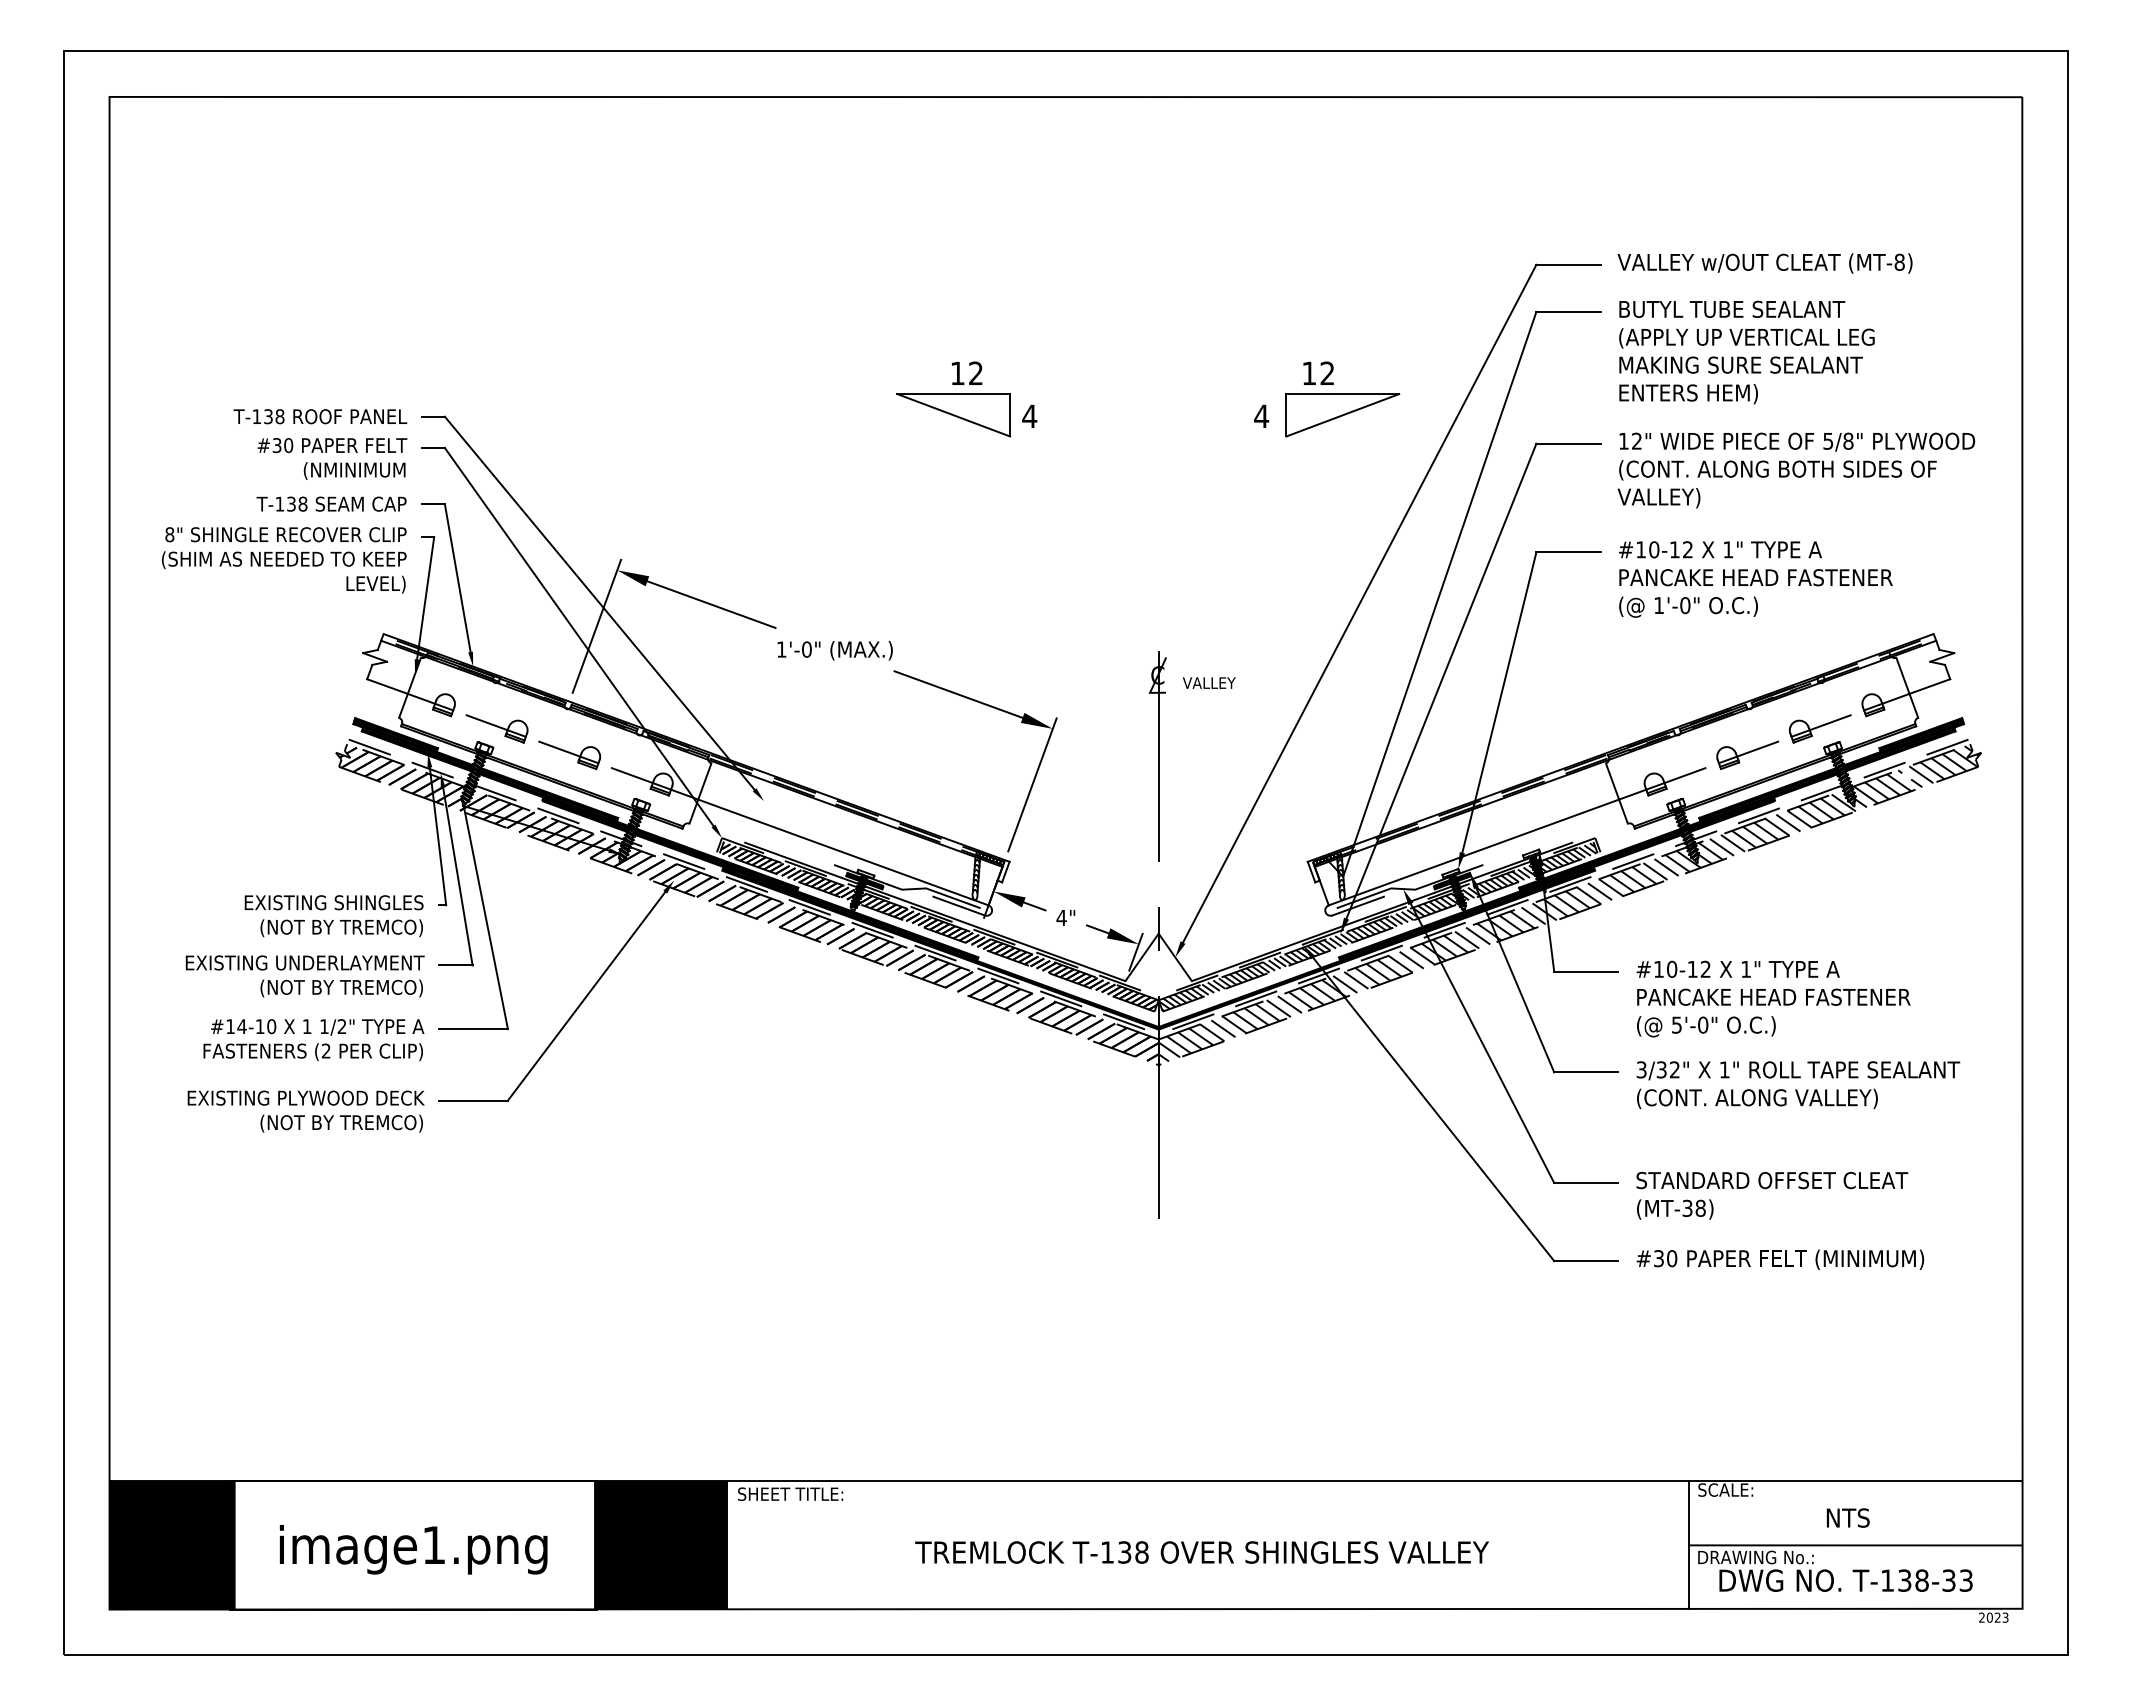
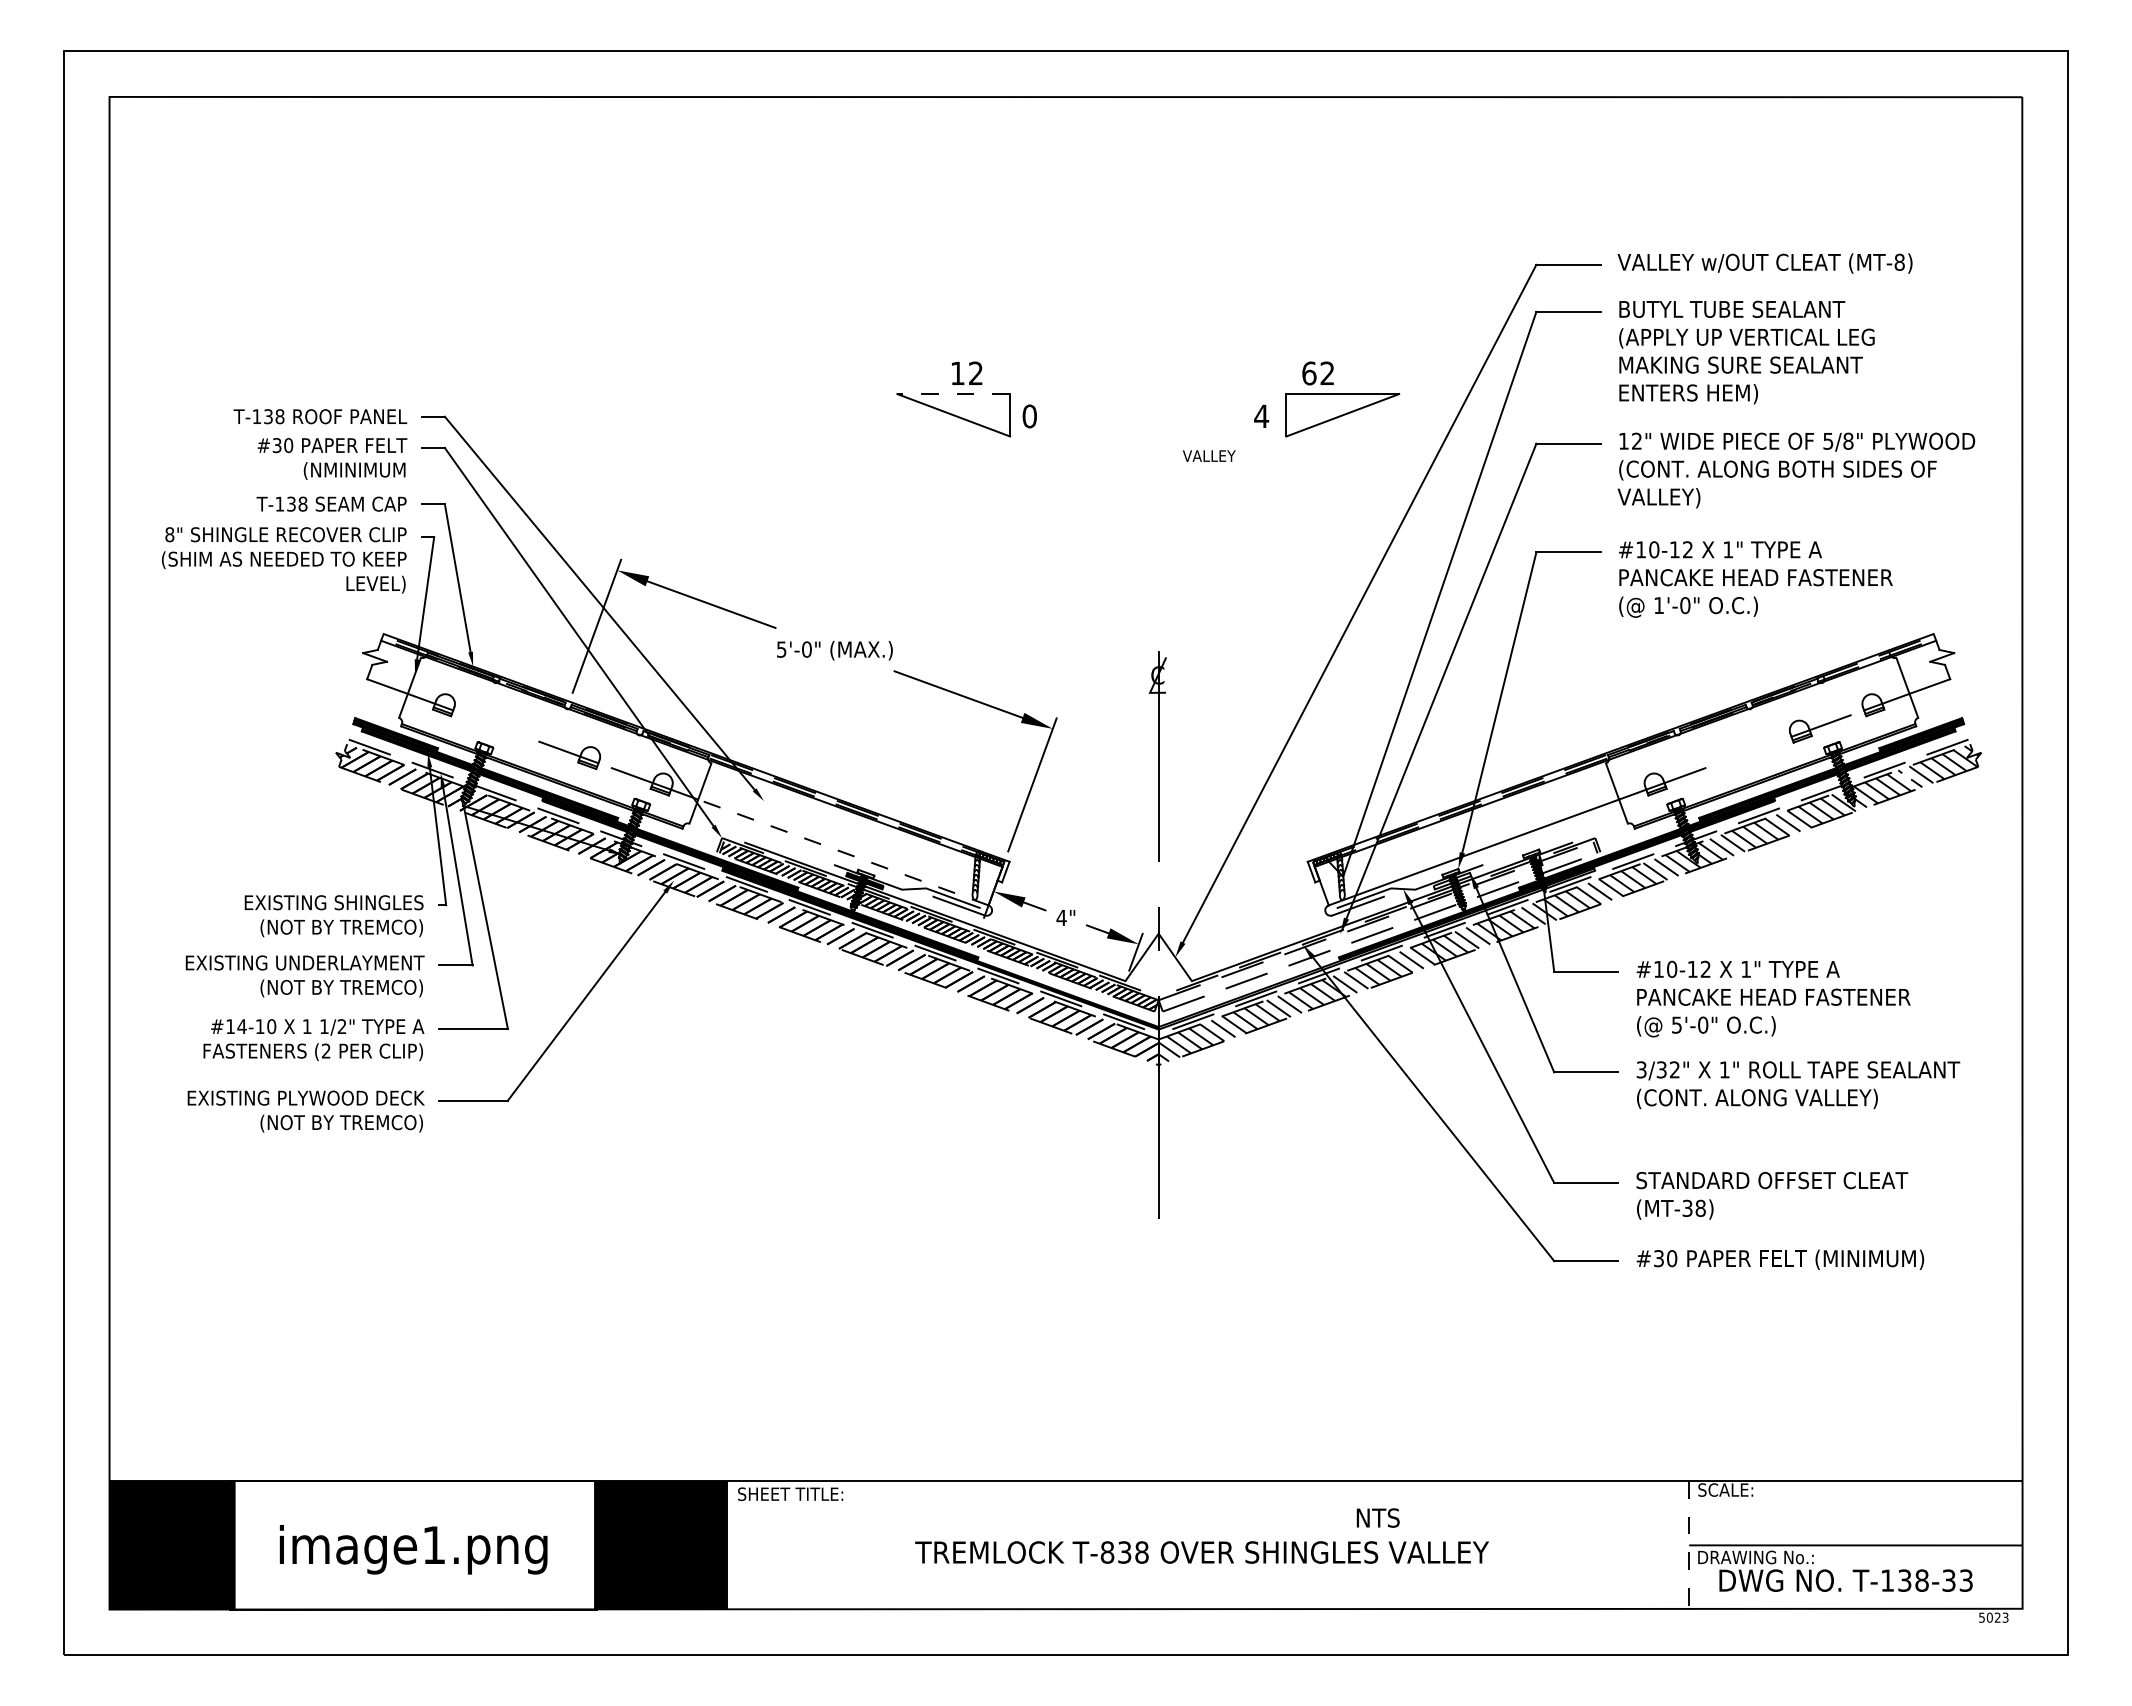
text at (1309, 373): 12 -> 62
line at (953, 394): solid -> dashed
text at (1029, 416): 4 -> 0
text at (781, 649): 1'-0" -> 5'-0"
text at (1209, 682) position: (1209, 682) -> (1209, 455)
part at (496, 728): present -> none
part at (1747, 755): present -> none
line at (843, 852): solid -> dashed
fill at (1452, 880): present -> none
hatch at (1377, 927): present -> none
fill at (1376, 948): present -> none
text at (1847, 1517) position: (1847, 1517) -> (1377, 1517)
line at (1689, 1545): solid -> dashed
text at (1107, 1552): T-138 -> T-838
text at (1981, 1617): 2023 -> 5023
